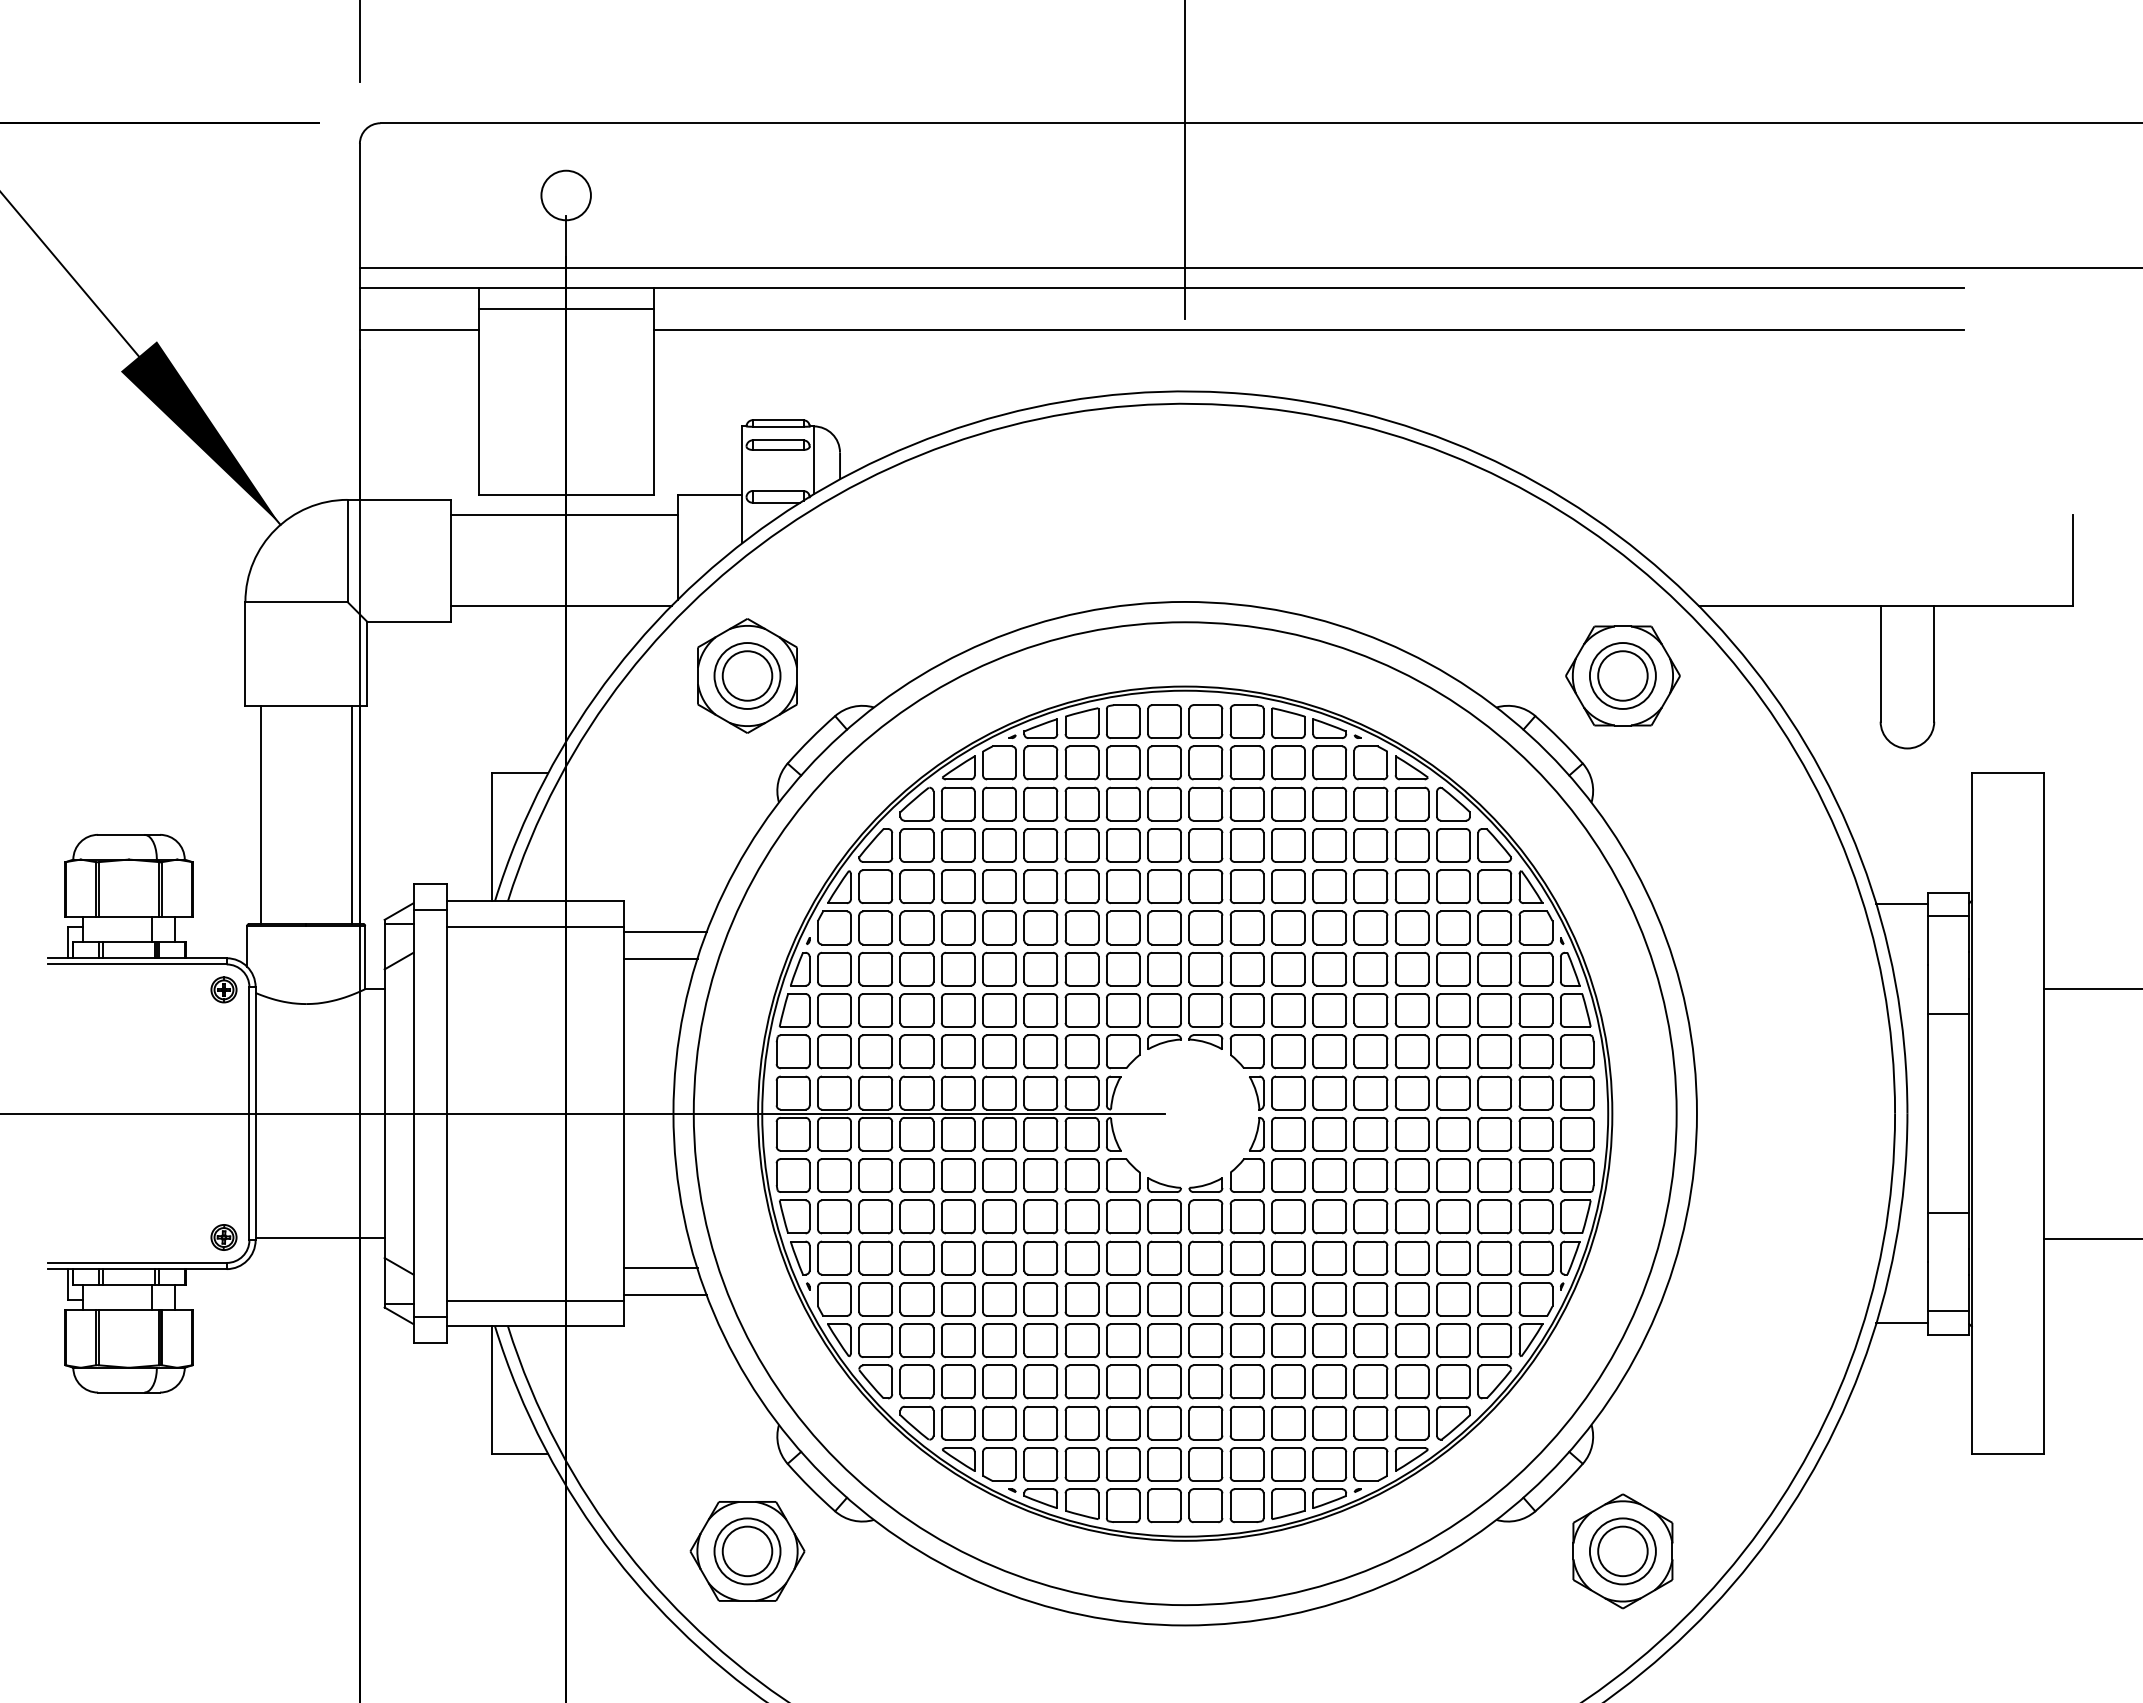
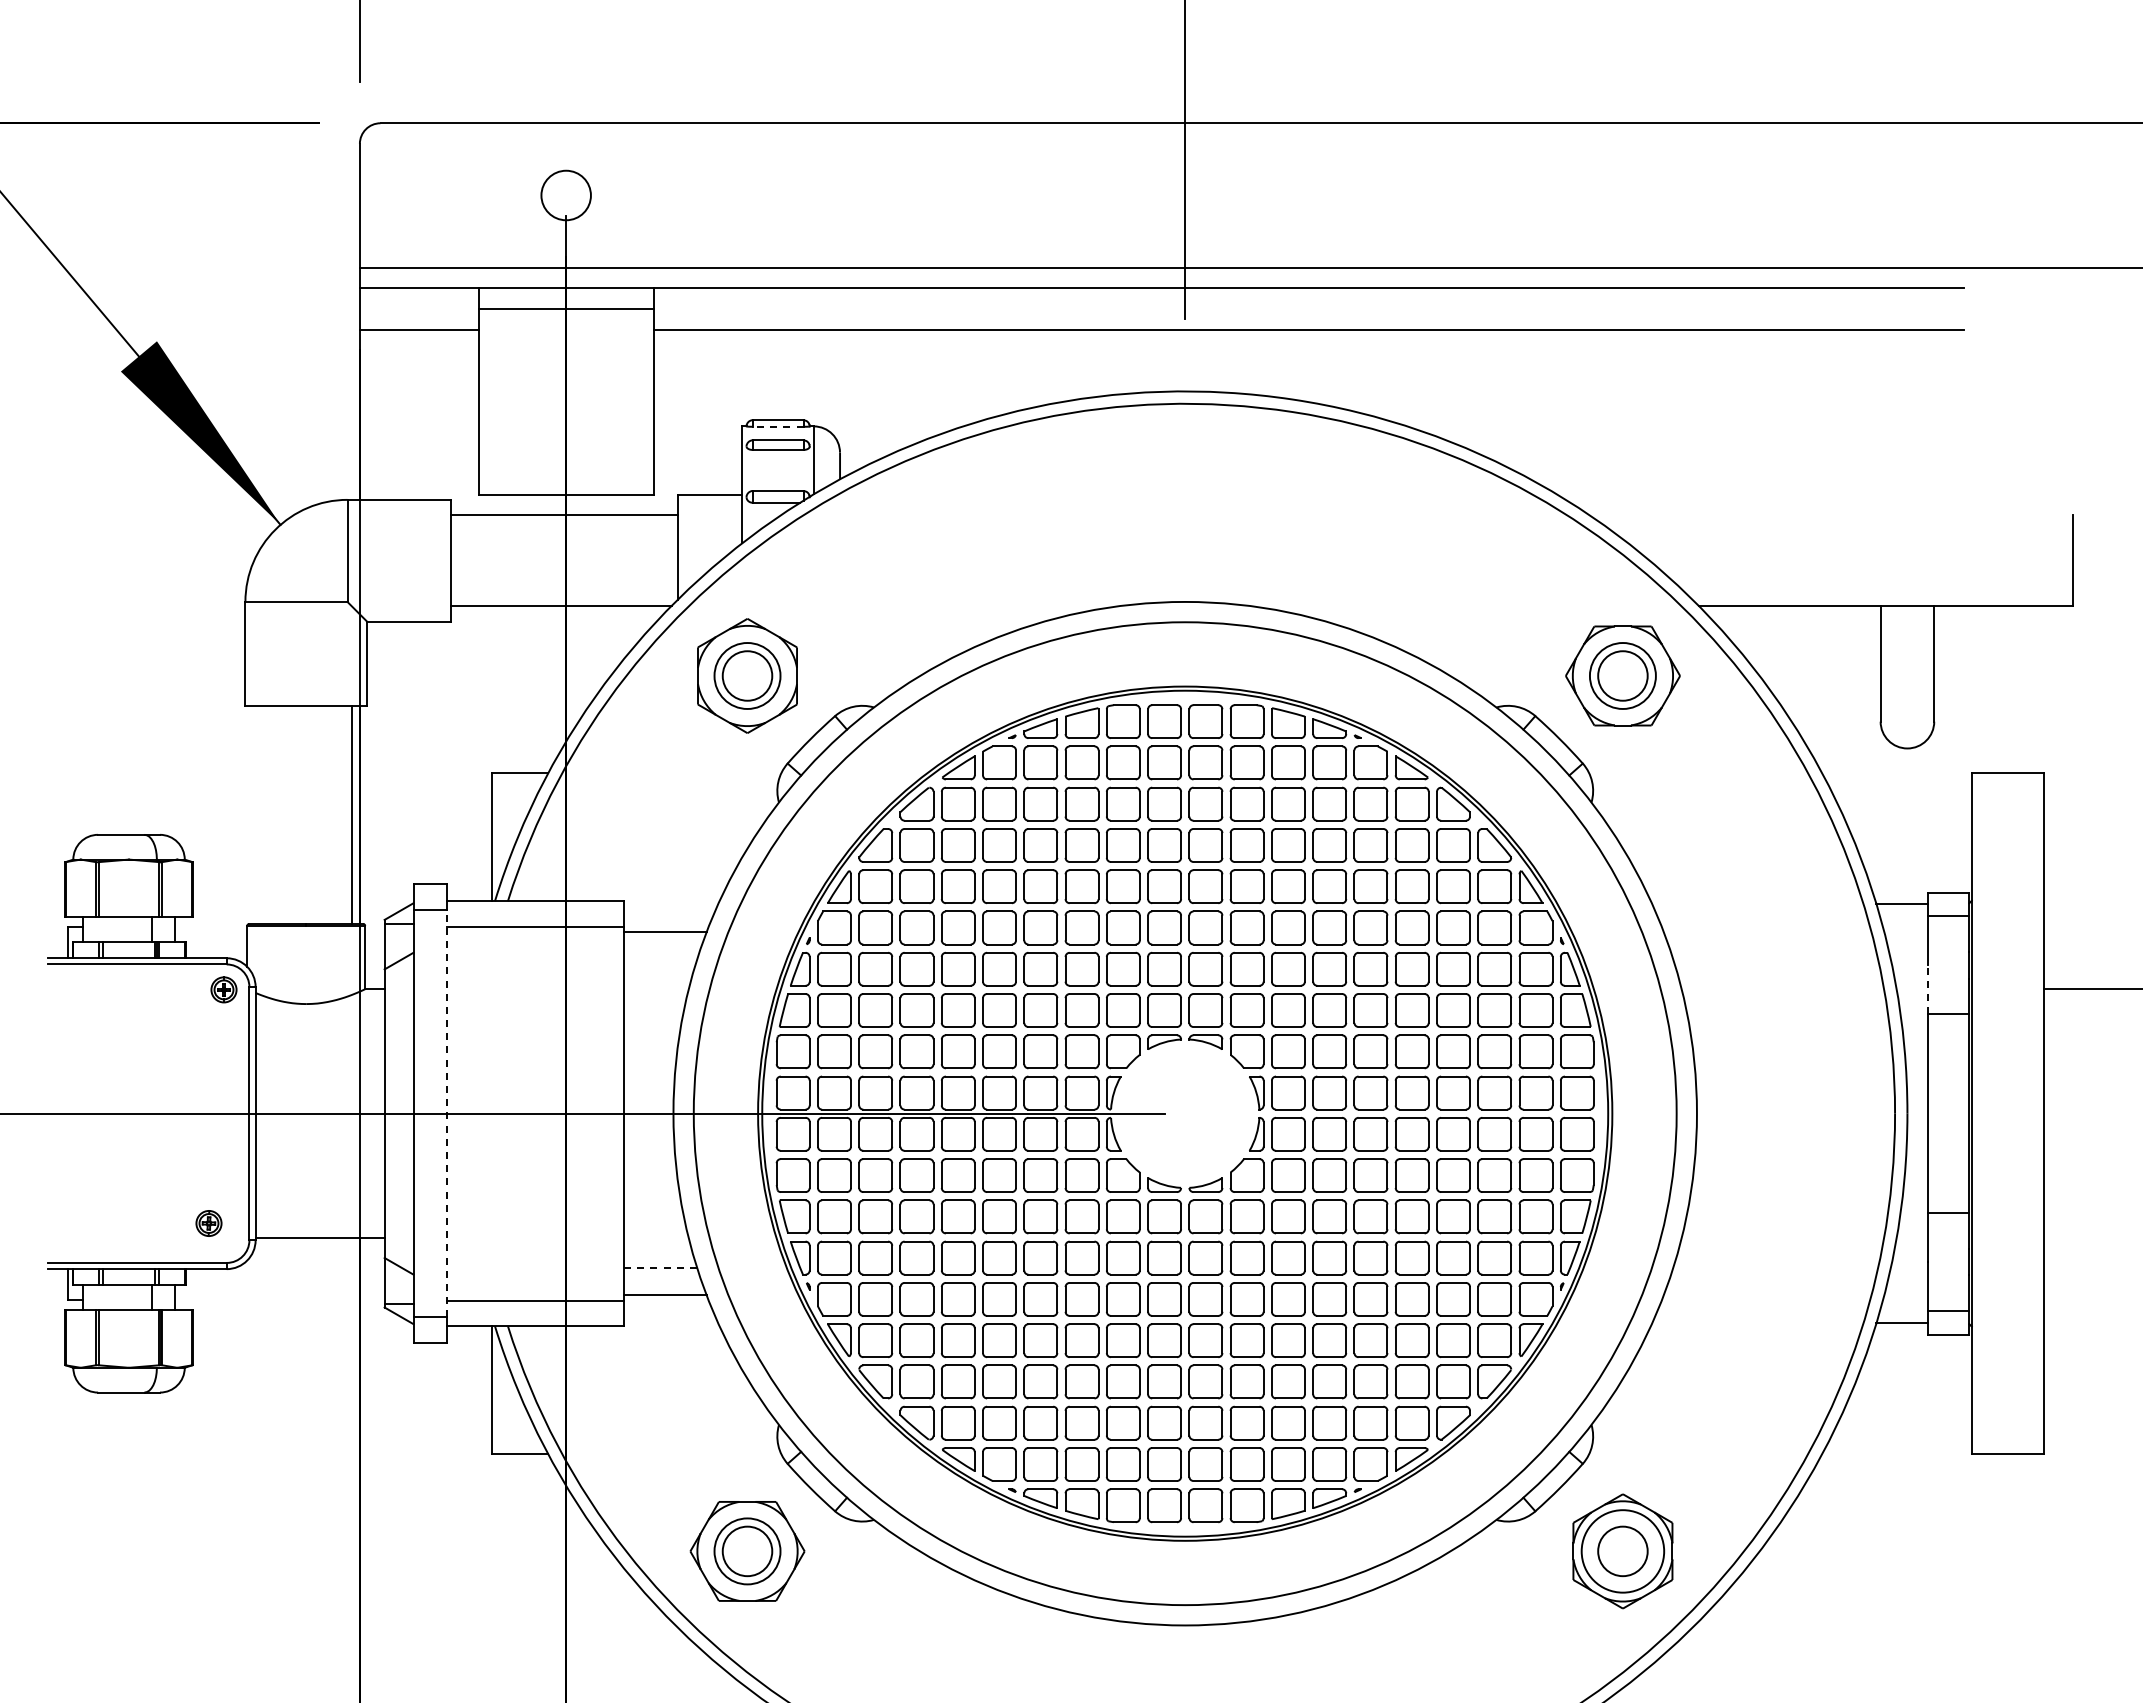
line at (777, 426): solid -> dashed
line at (260, 814): present -> none
line at (660, 958): present -> none
line at (1928, 989): solid -> dashed
line at (446, 1113): solid -> dashed
part at (223, 1237) position: (223, 1237) -> (208, 1223)
line at (2091, 1238): present -> none
line at (660, 1268): solid -> dashed
circle at (1622, 1551) diameter: 66 px -> 82 px
